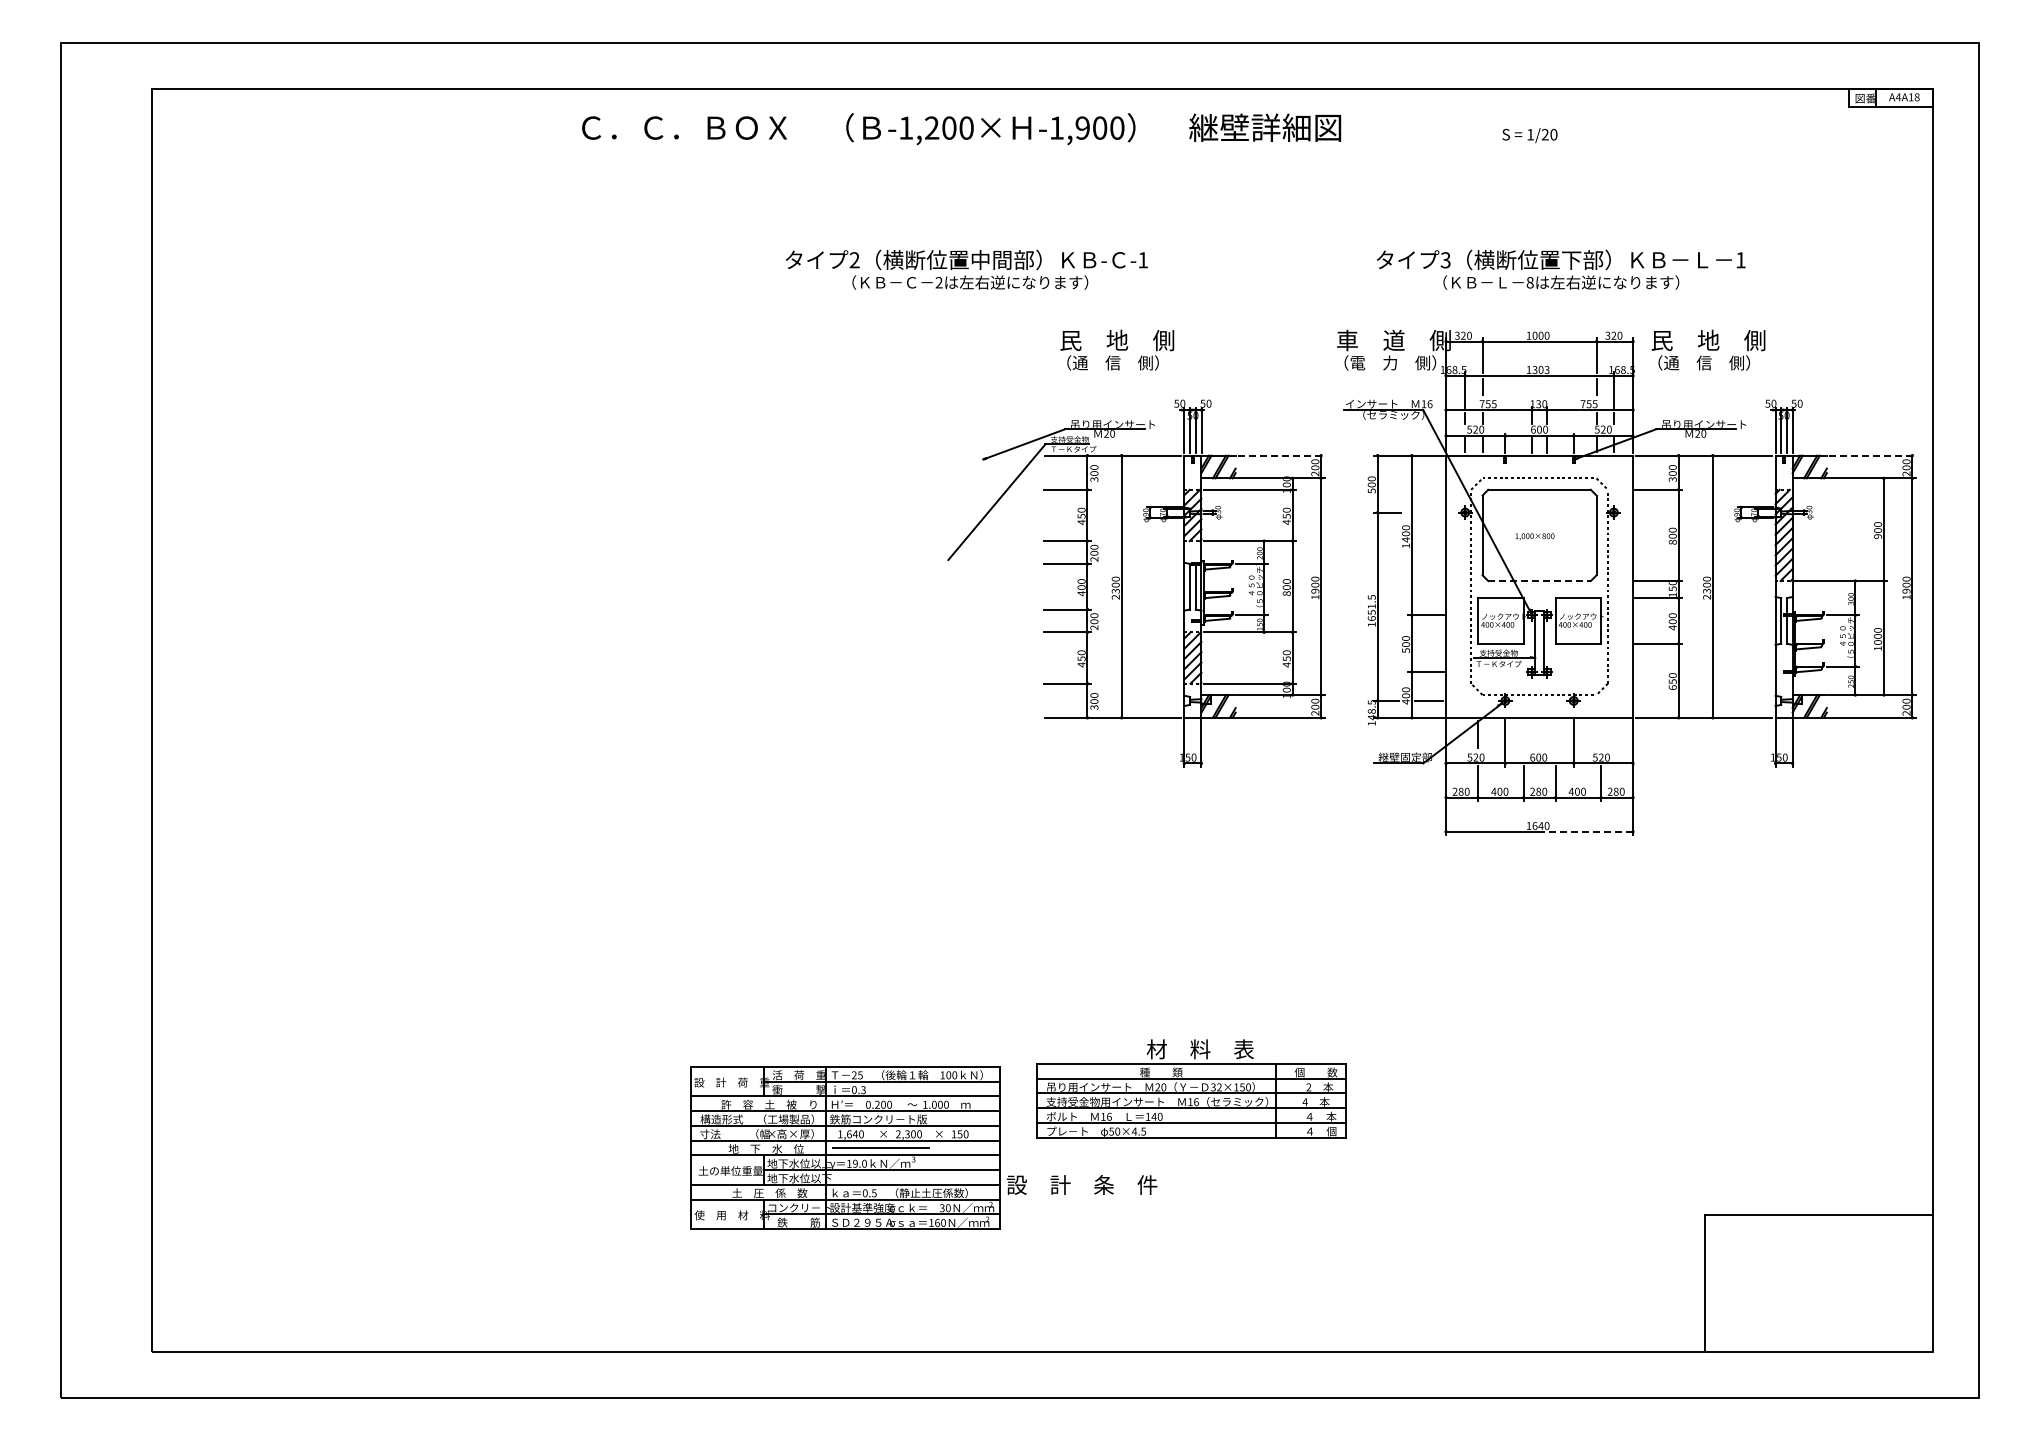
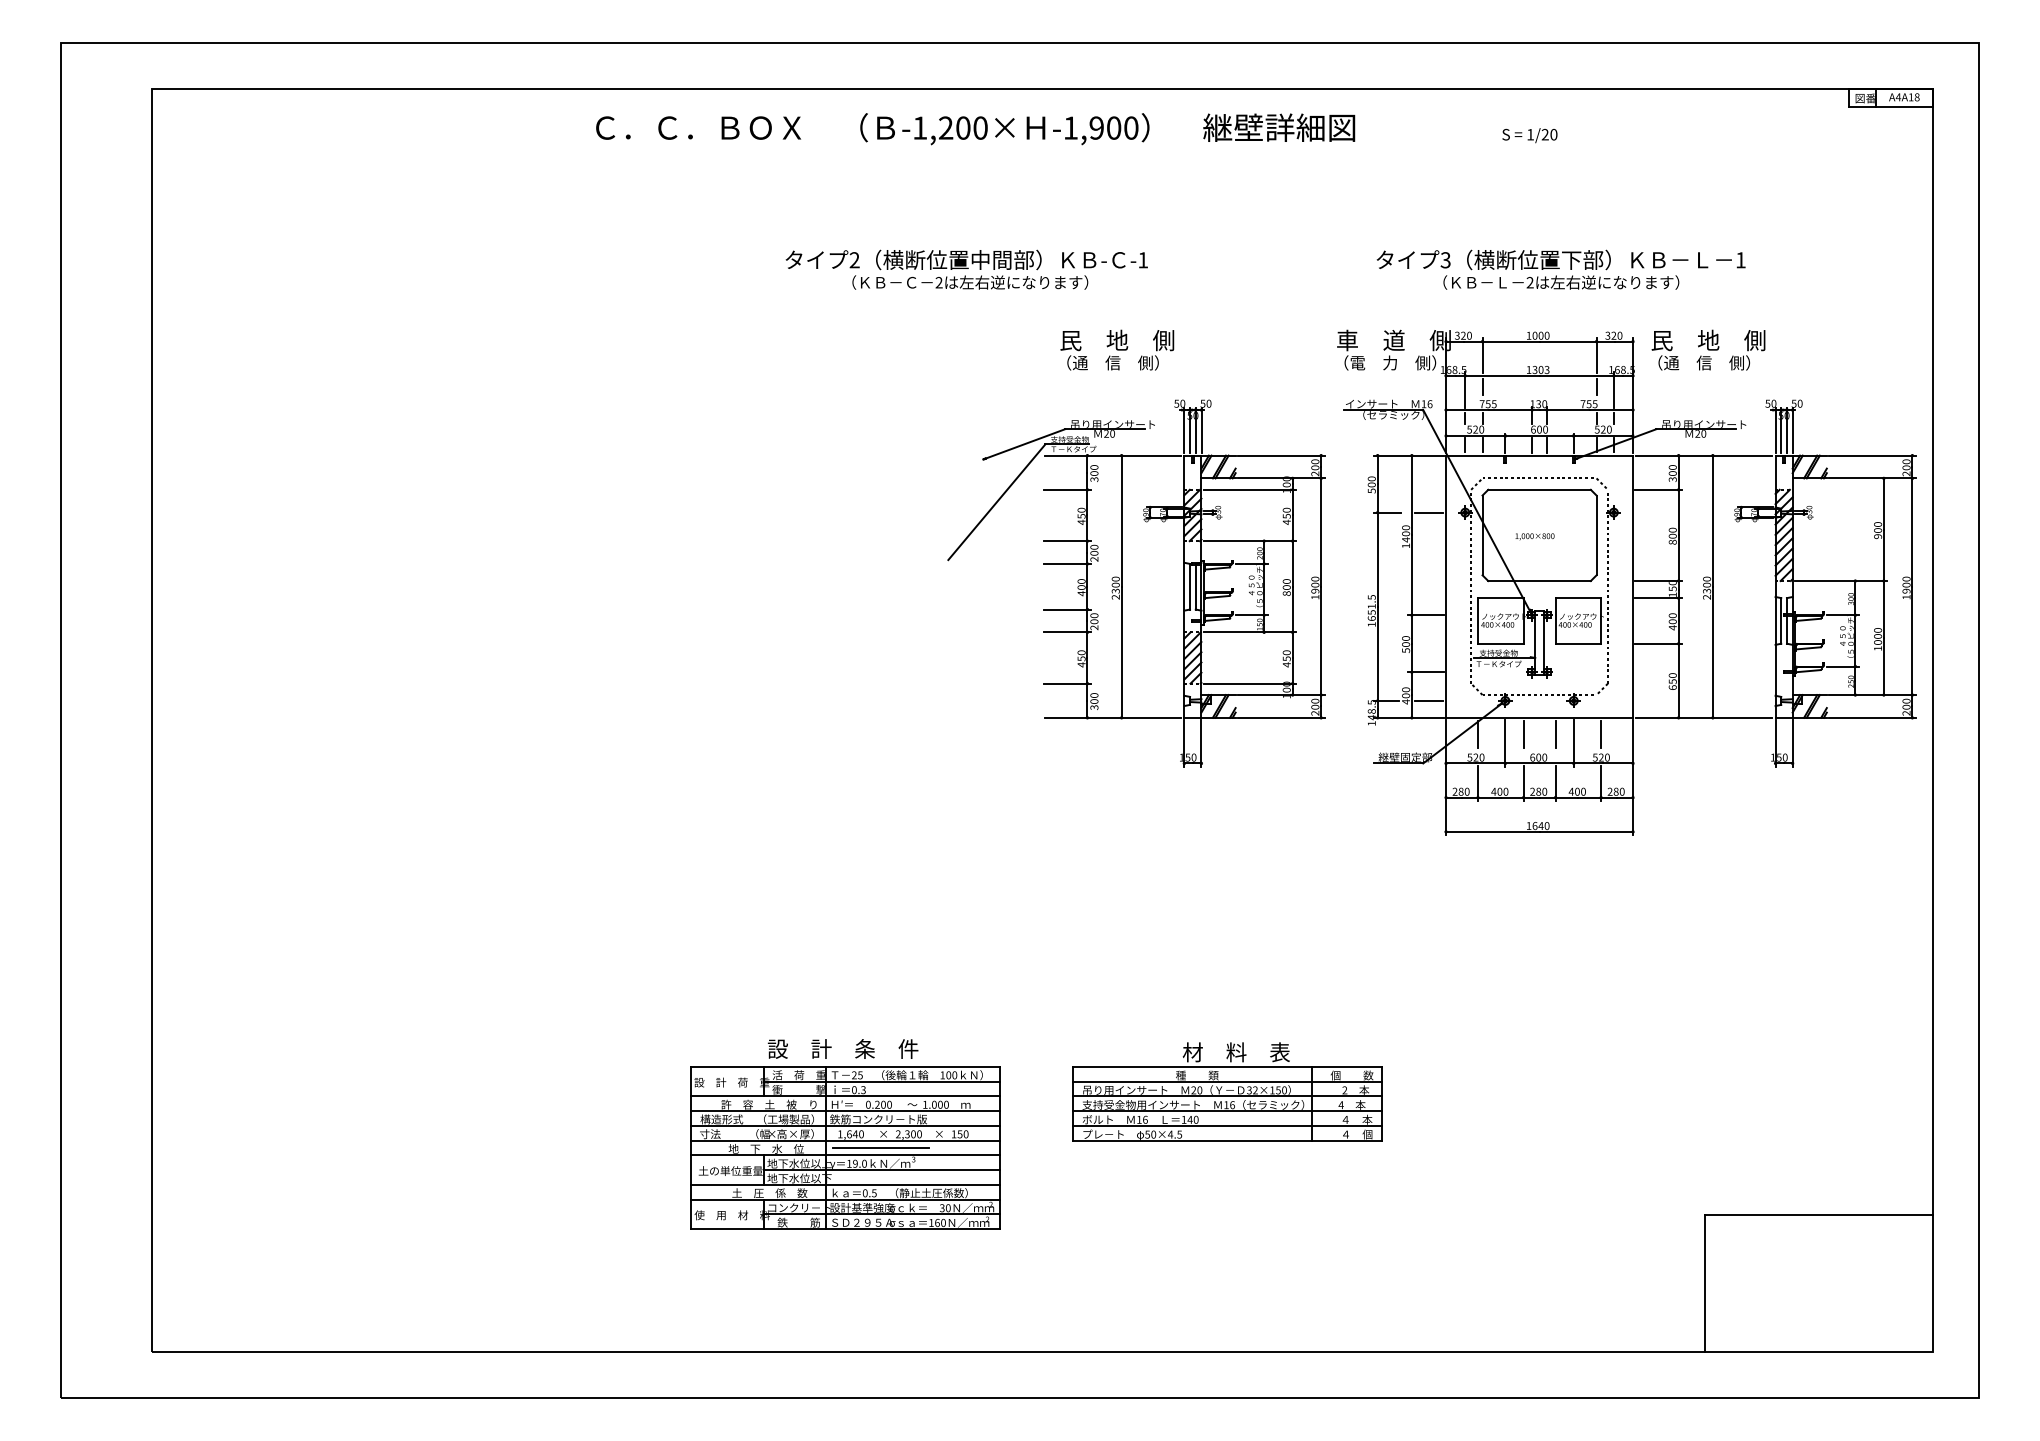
text at (961, 129) position: (961, 129) -> (975, 129)
text at (1529, 282): 8 -> 2
line at (1281, 455): dashed -> solid
line at (1872, 455): dashed -> solid
line at (1428, 512): none -> present
line at (1540, 581): dashed -> solid
line at (1523, 734): none -> present
line at (1555, 734): none -> present
line at (1601, 734): none -> present
line at (1586, 831): dashed -> solid
part at (1191, 1088) position: (1191, 1088) -> (1227, 1091)
text at (1081, 1184) position: (1081, 1184) -> (842, 1048)
